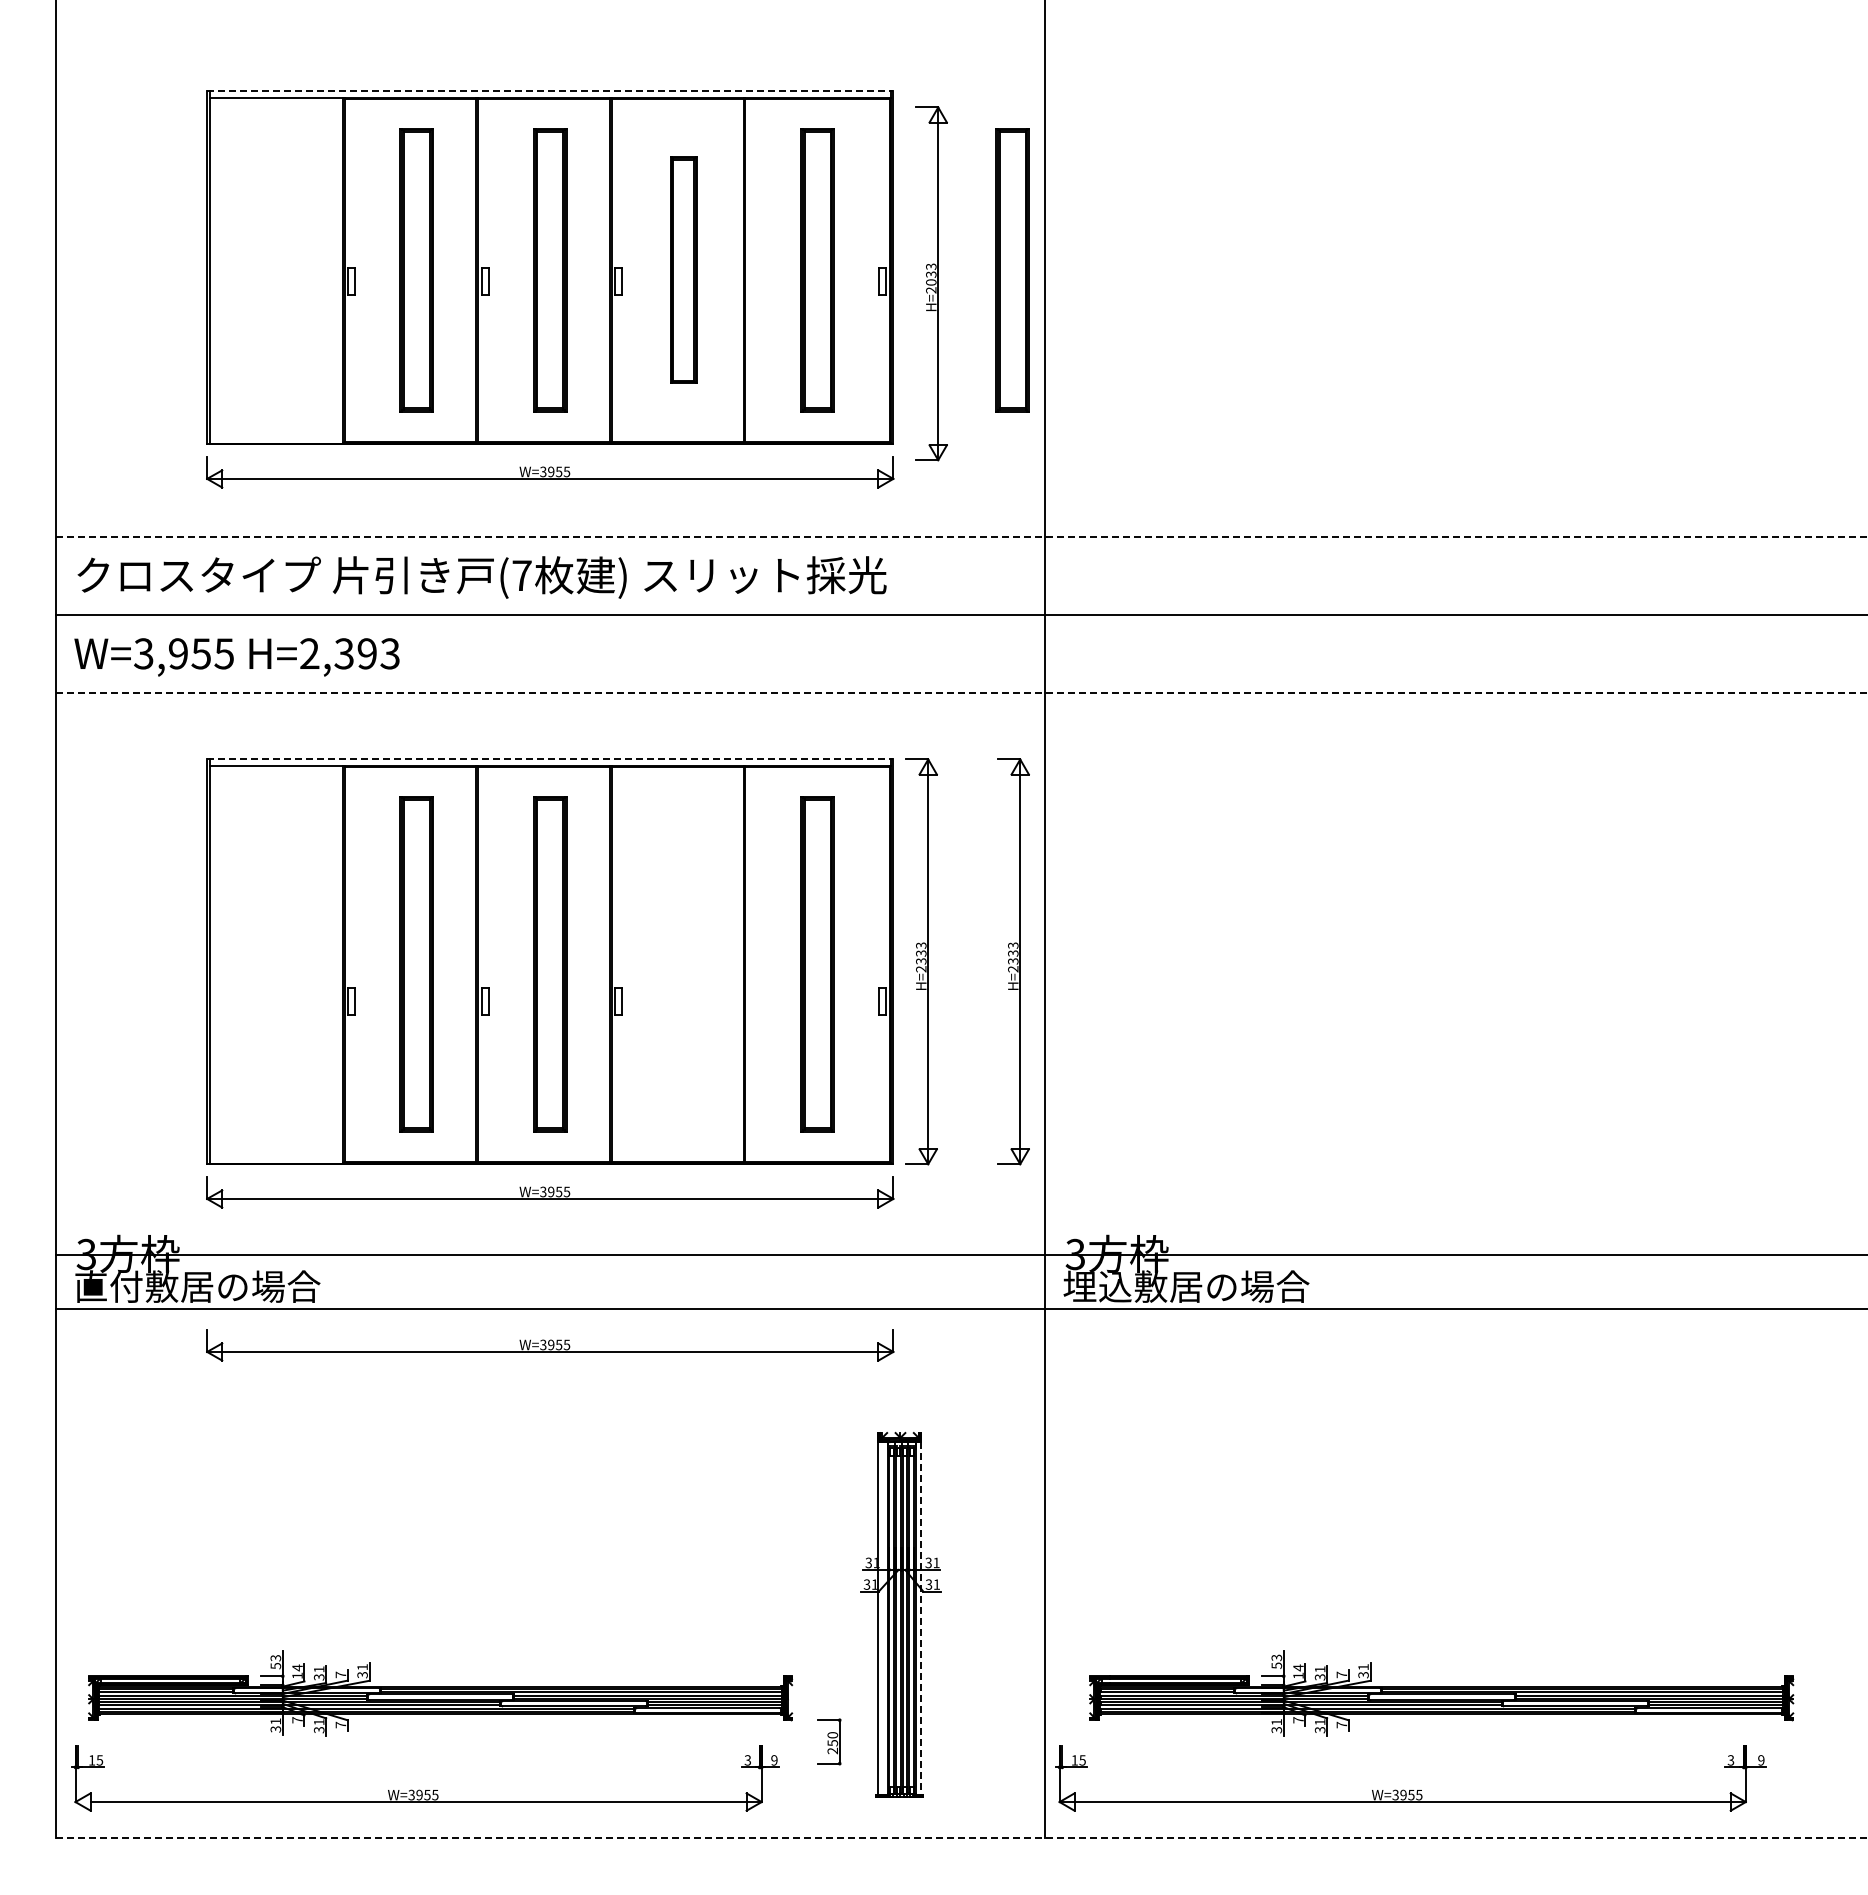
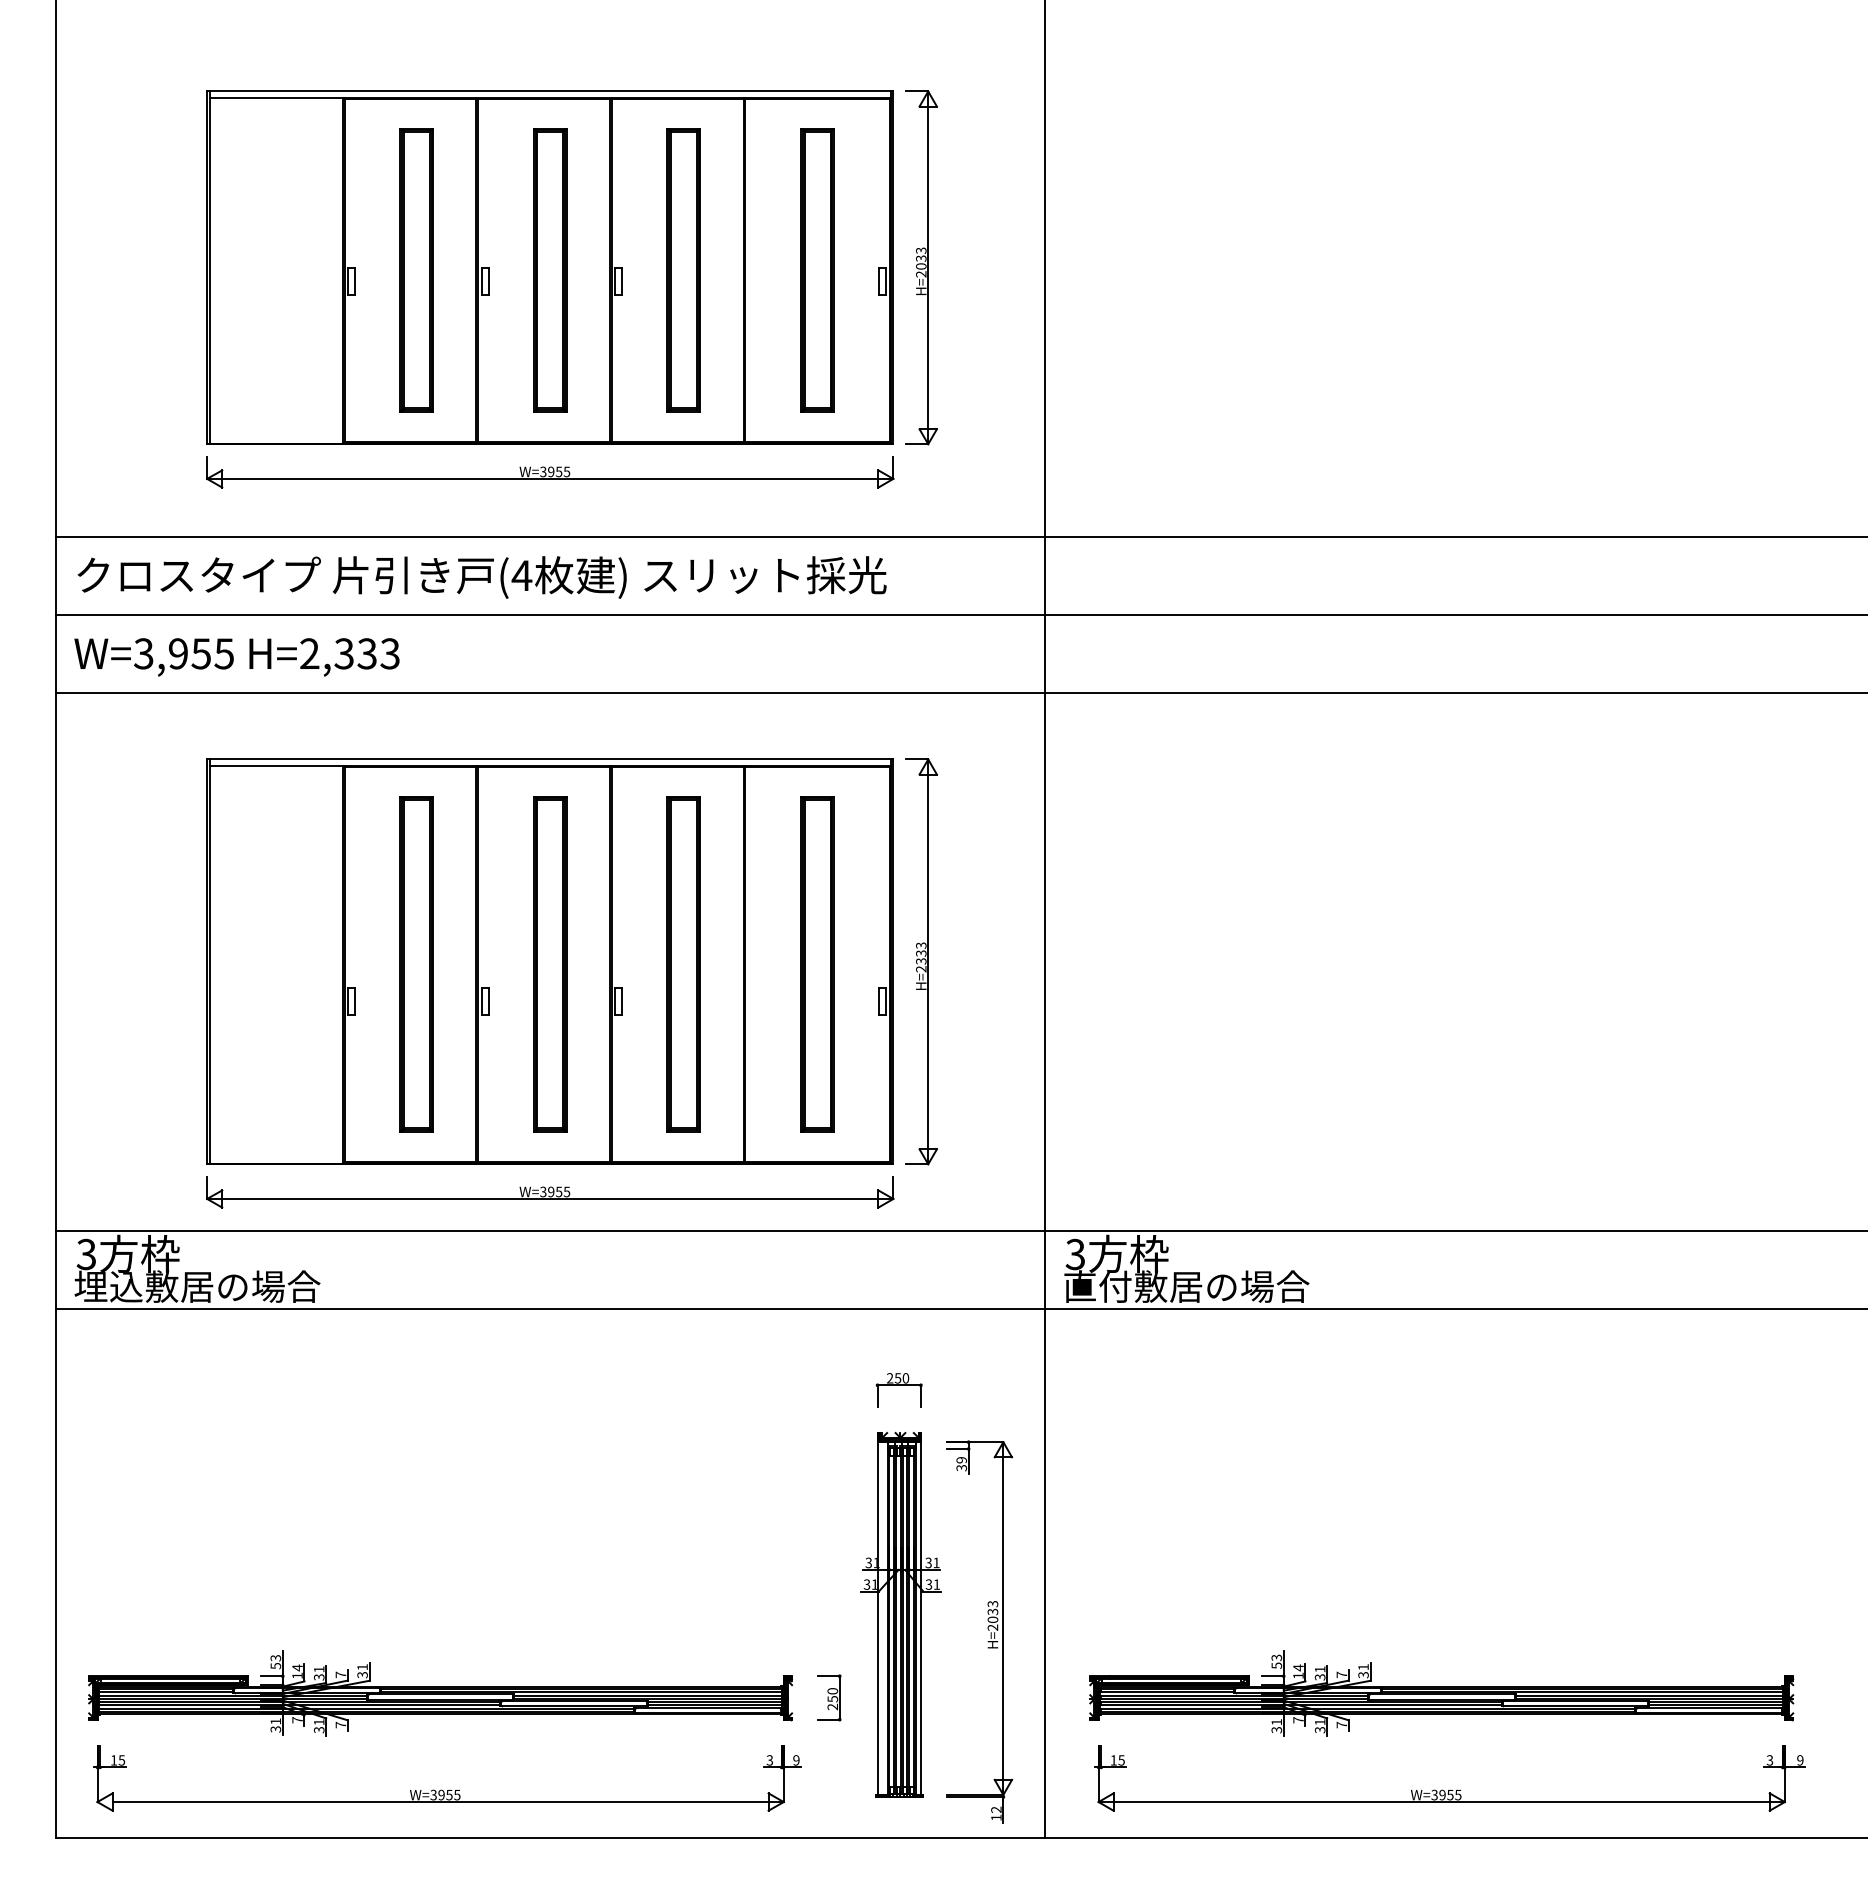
line at (550, 91): dashed -> solid
part at (683, 269) size: 28x228 px -> 35x285 px
part at (1012, 270): present -> none
part at (931, 283) position: (931, 283) -> (921, 267)
line at (961, 536): dashed -> solid
text at (521, 575): (7 -> (4
text at (366, 653): H=2,393 -> H=2,333
line at (961, 693): dashed -> solid
line at (550, 759): dashed -> solid
part at (1013, 961): present -> none
part at (683, 964): none -> present
line at (959, 1254) position: (959, 1254) -> (959, 1230)
text at (108, 1286): 直付敷居の場合 -> 埋込敷居の場合
text at (1097, 1286): 埋込敷居の場合 -> 直付敷居の場合
part at (550, 1345): present -> none
part at (898, 1390): none -> present
line at (920, 1618): dashed -> solid
part at (987, 1628): none -> present
part at (829, 1741) position: (829, 1741) -> (829, 1697)
part at (425, 1790) position: (425, 1790) -> (447, 1790)
part at (1410, 1790) position: (1410, 1790) -> (1449, 1790)
line at (961, 1838): dashed -> solid
